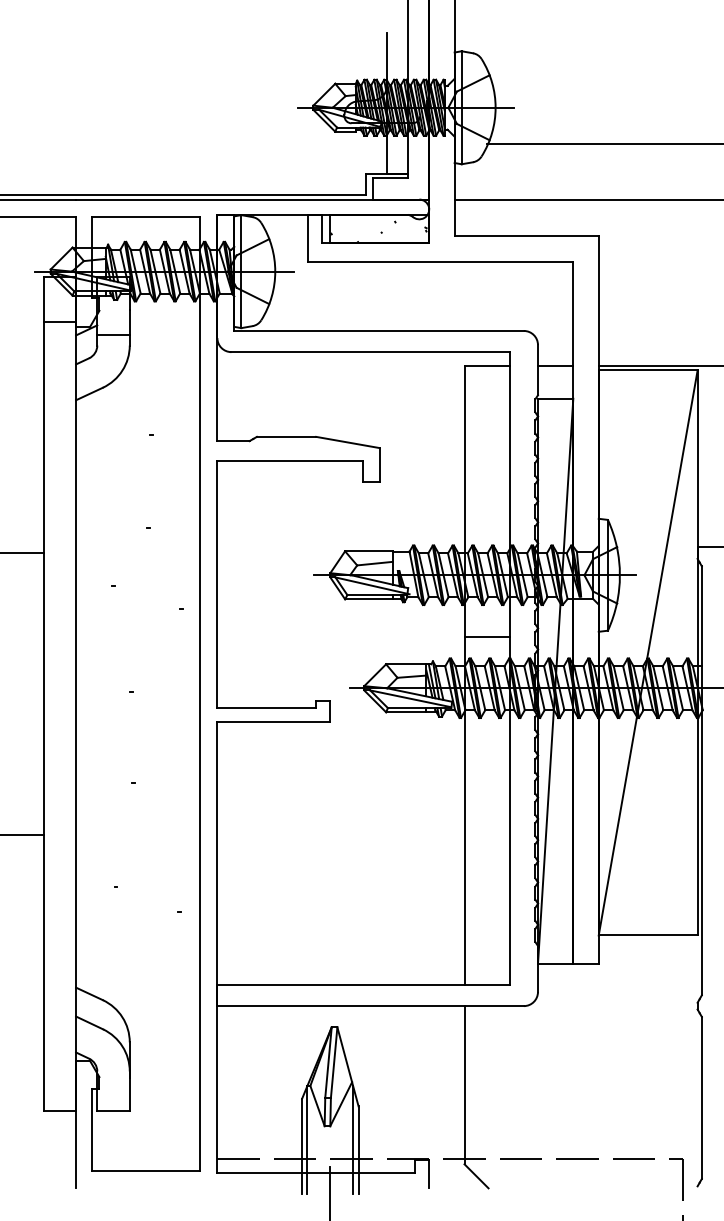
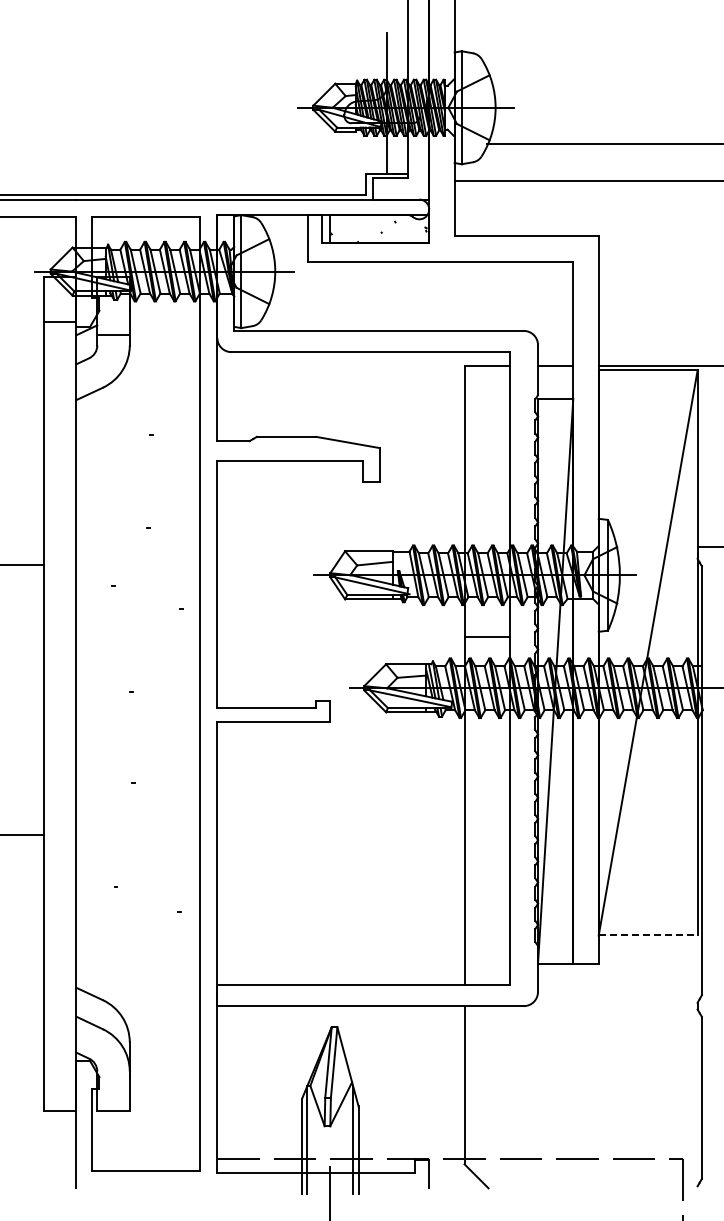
line at (587, 199) position: (587, 199) -> (587, 180)
line at (22, 552) position: (22, 552) -> (22, 564)
line at (648, 935): solid -> dashed
